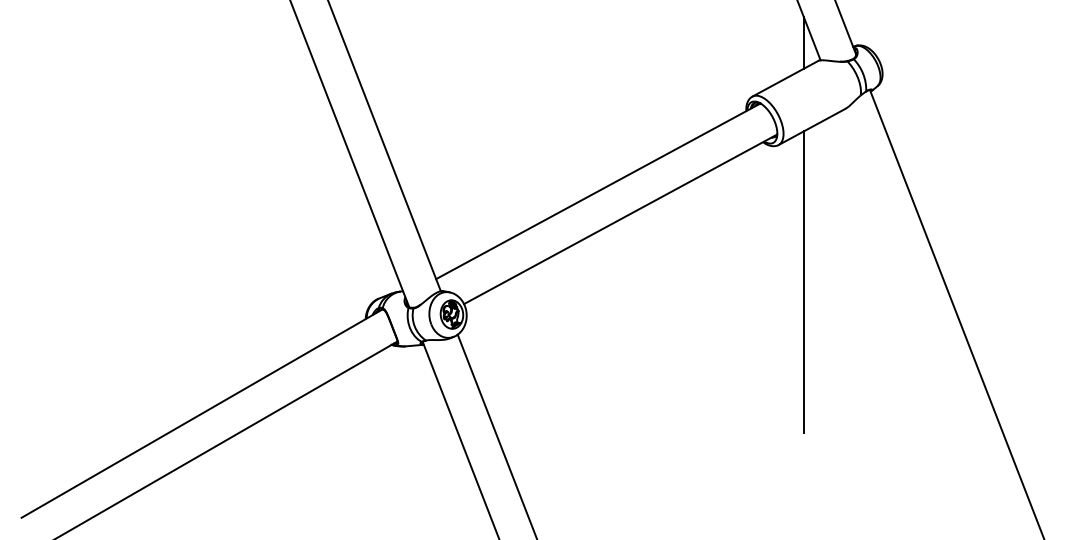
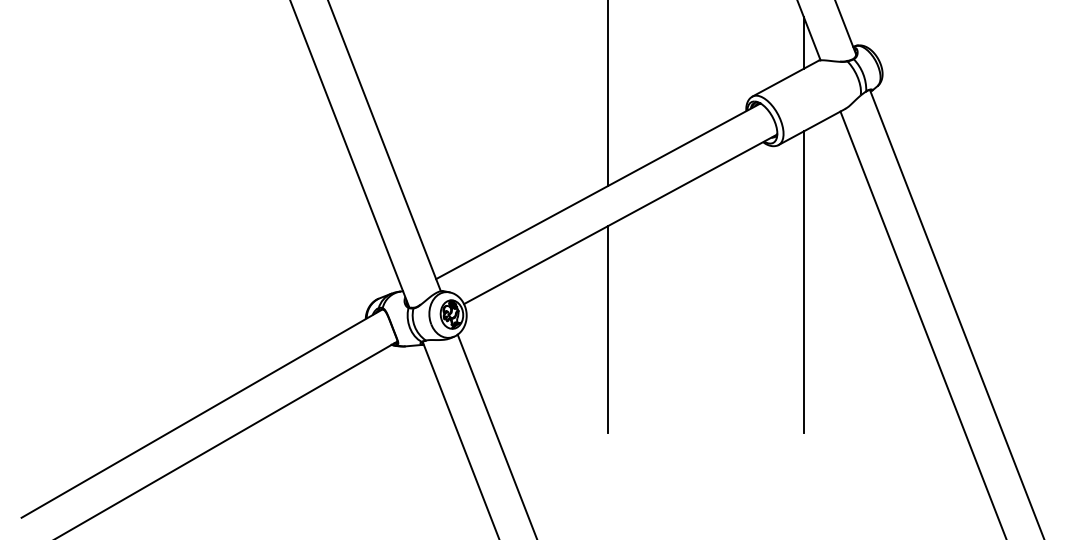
line at (607, 94): none -> present
line at (922, 323): none -> present
line at (607, 329): none -> present
